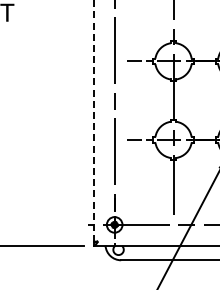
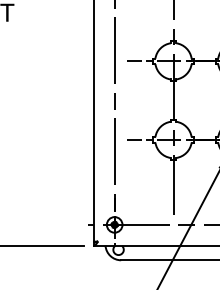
line at (93, 121): dashed -> solid
